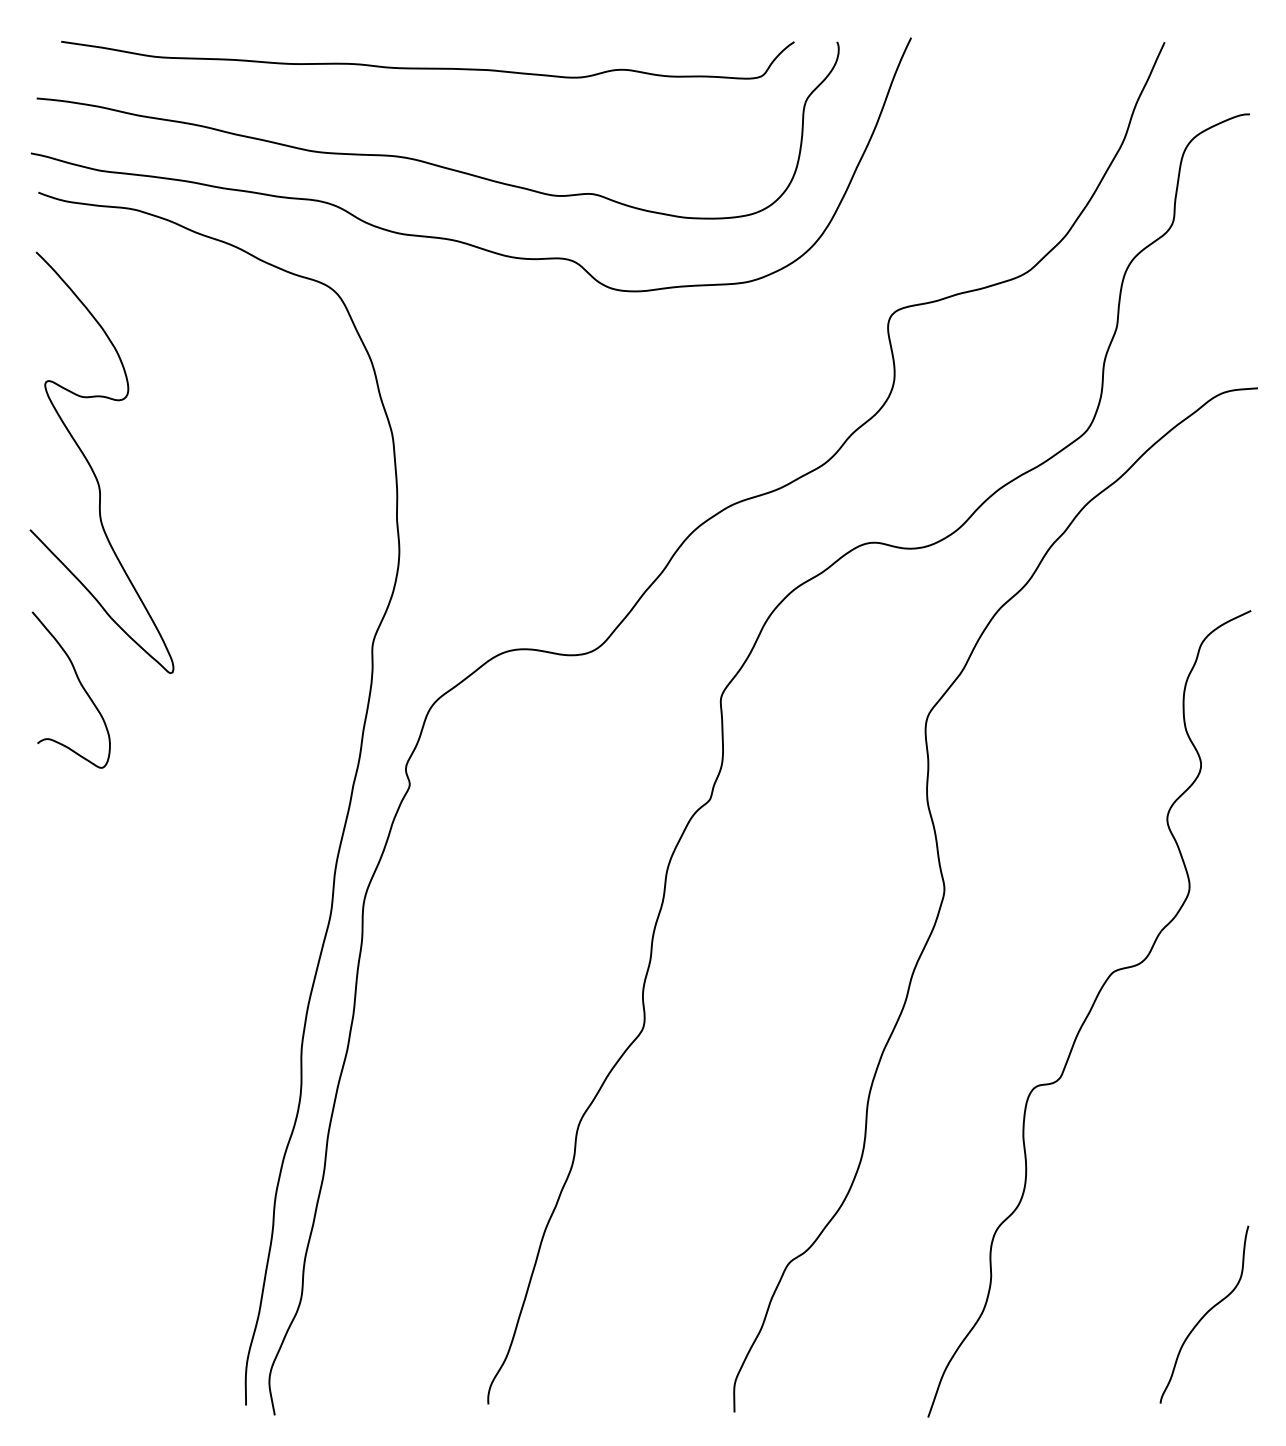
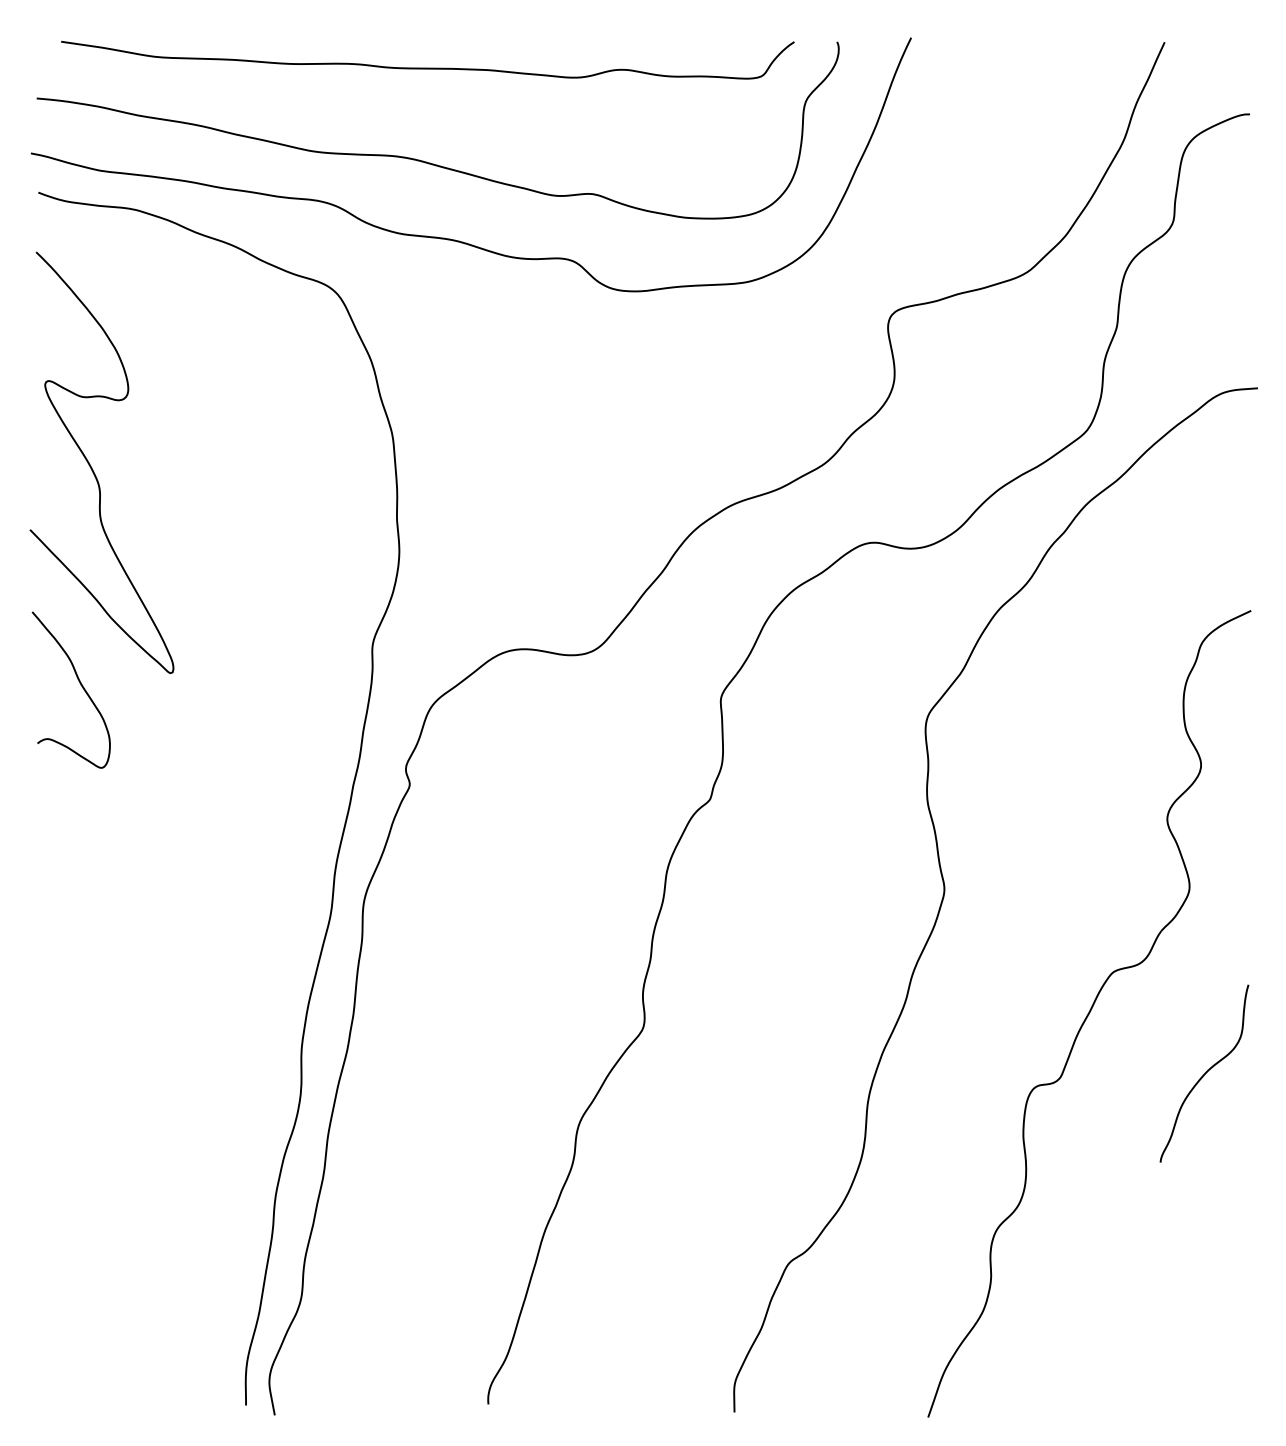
curve at (1204, 1314) position: (1204, 1314) -> (1204, 1073)
